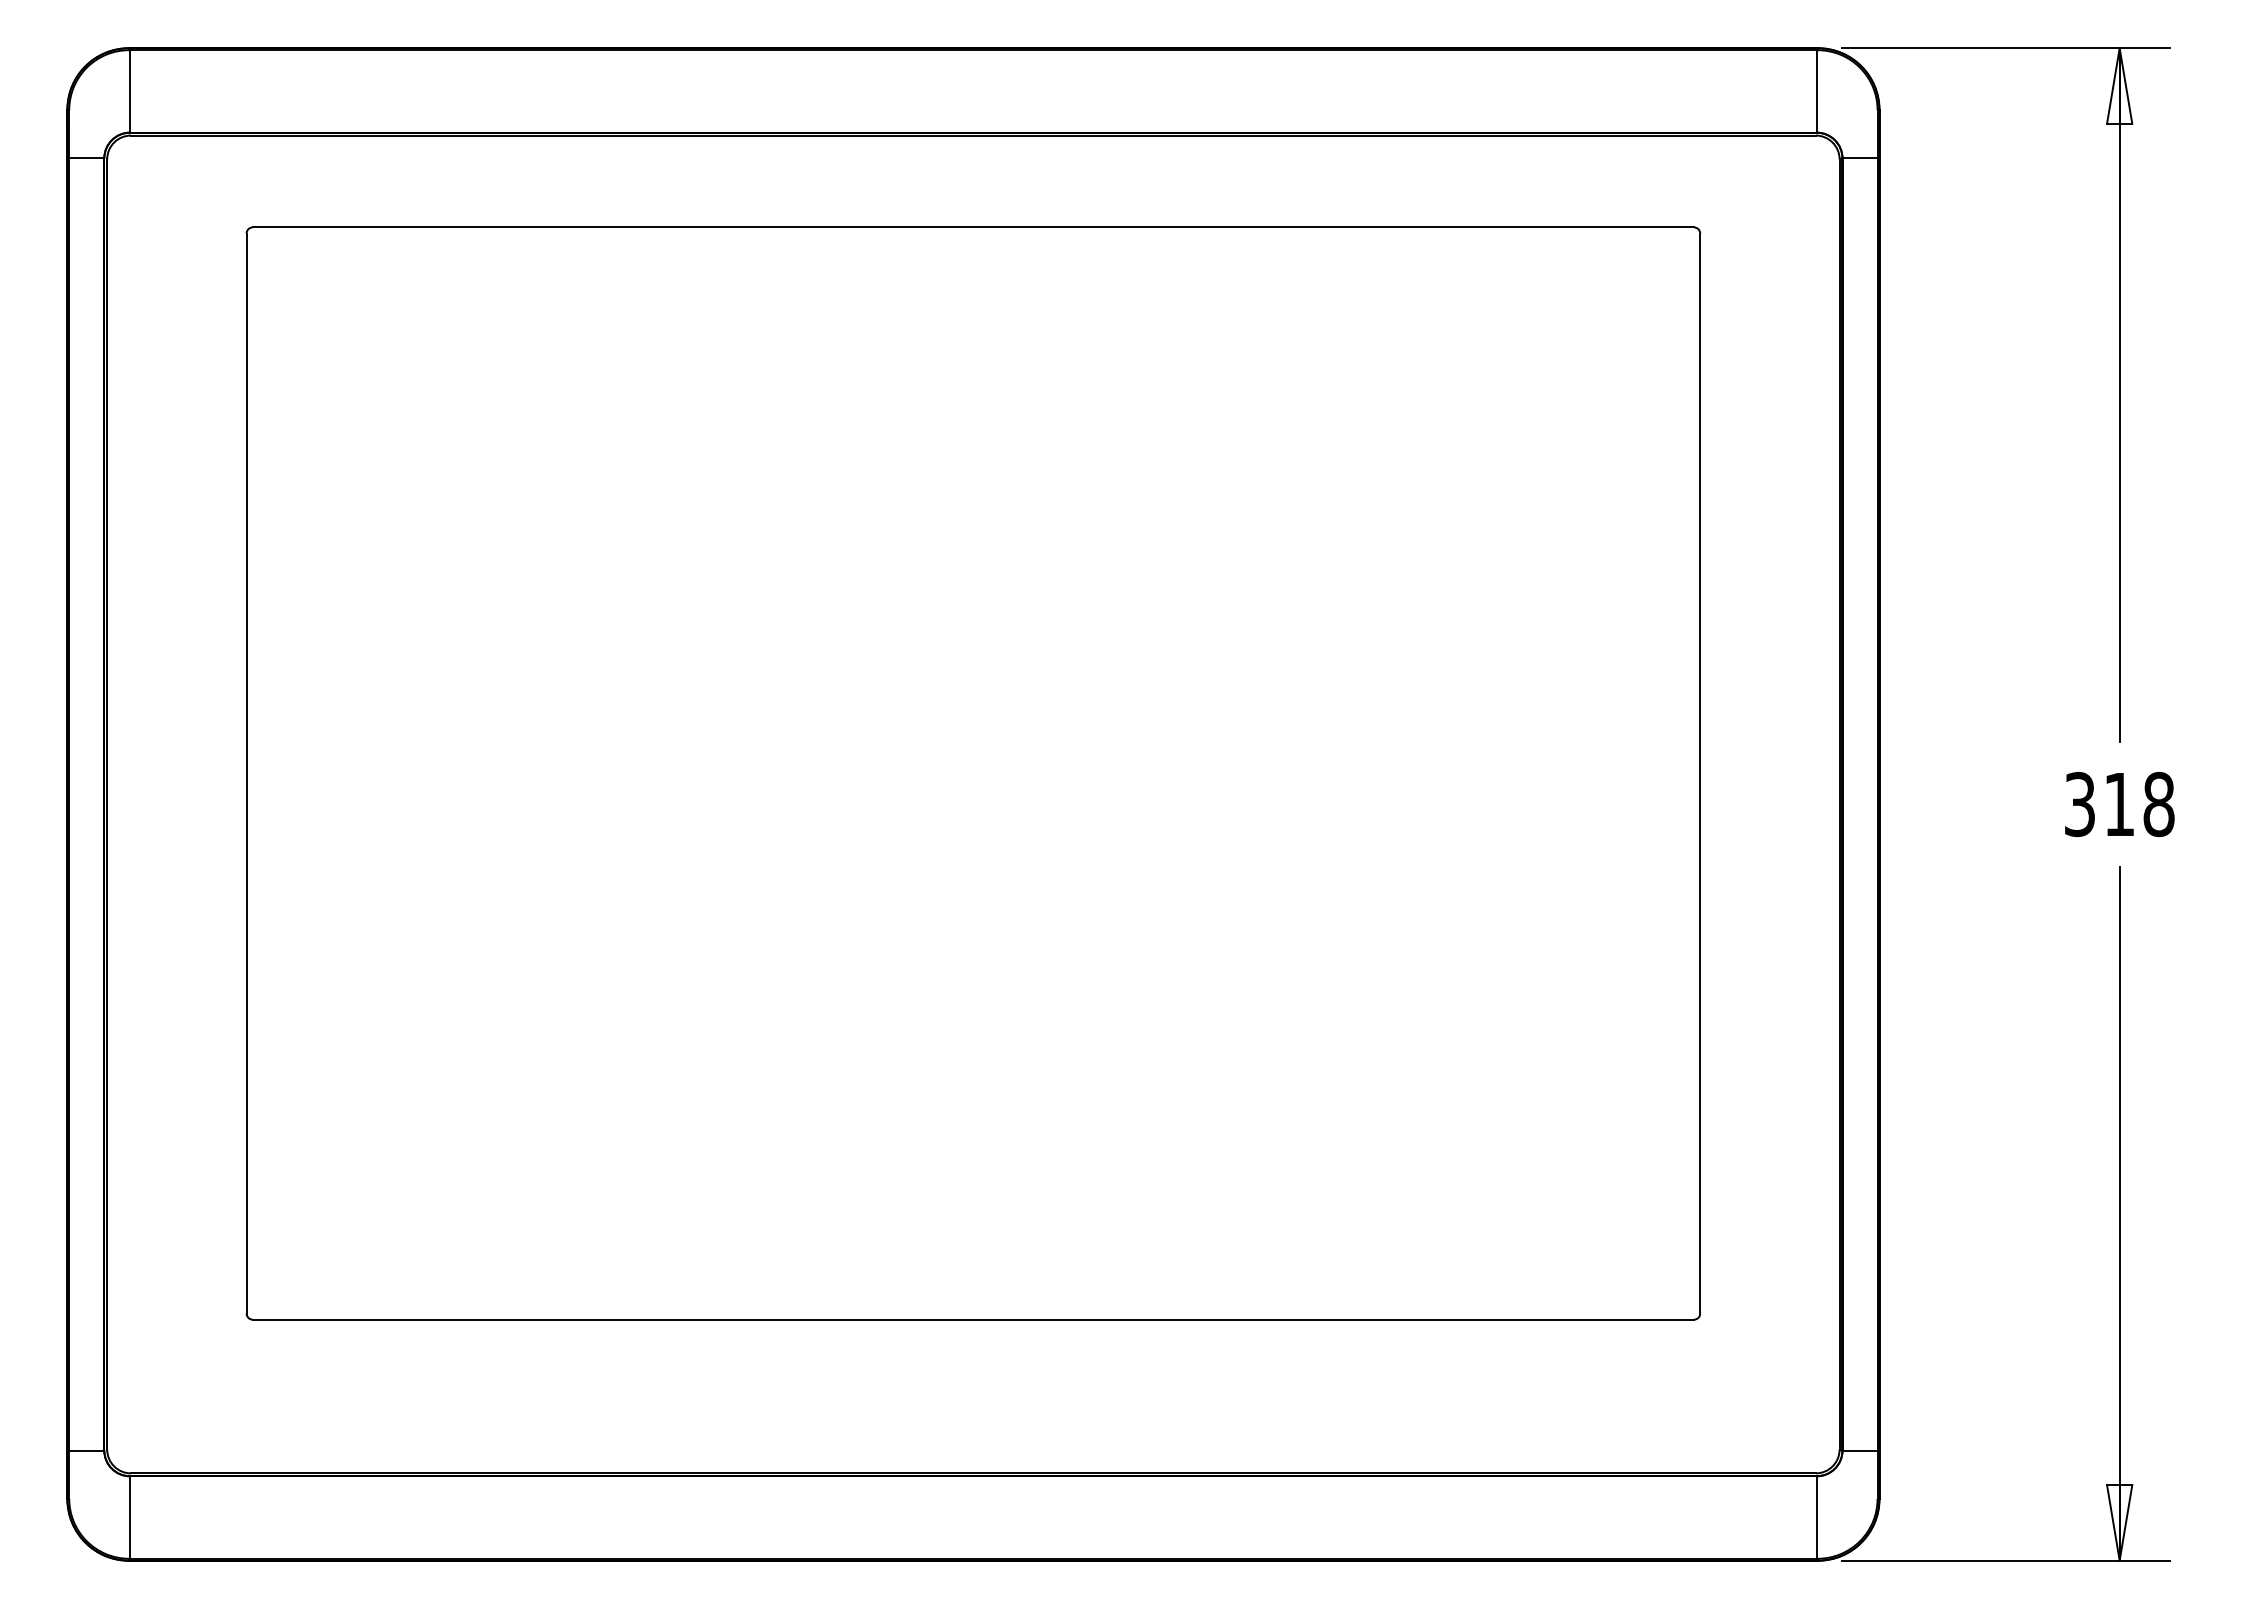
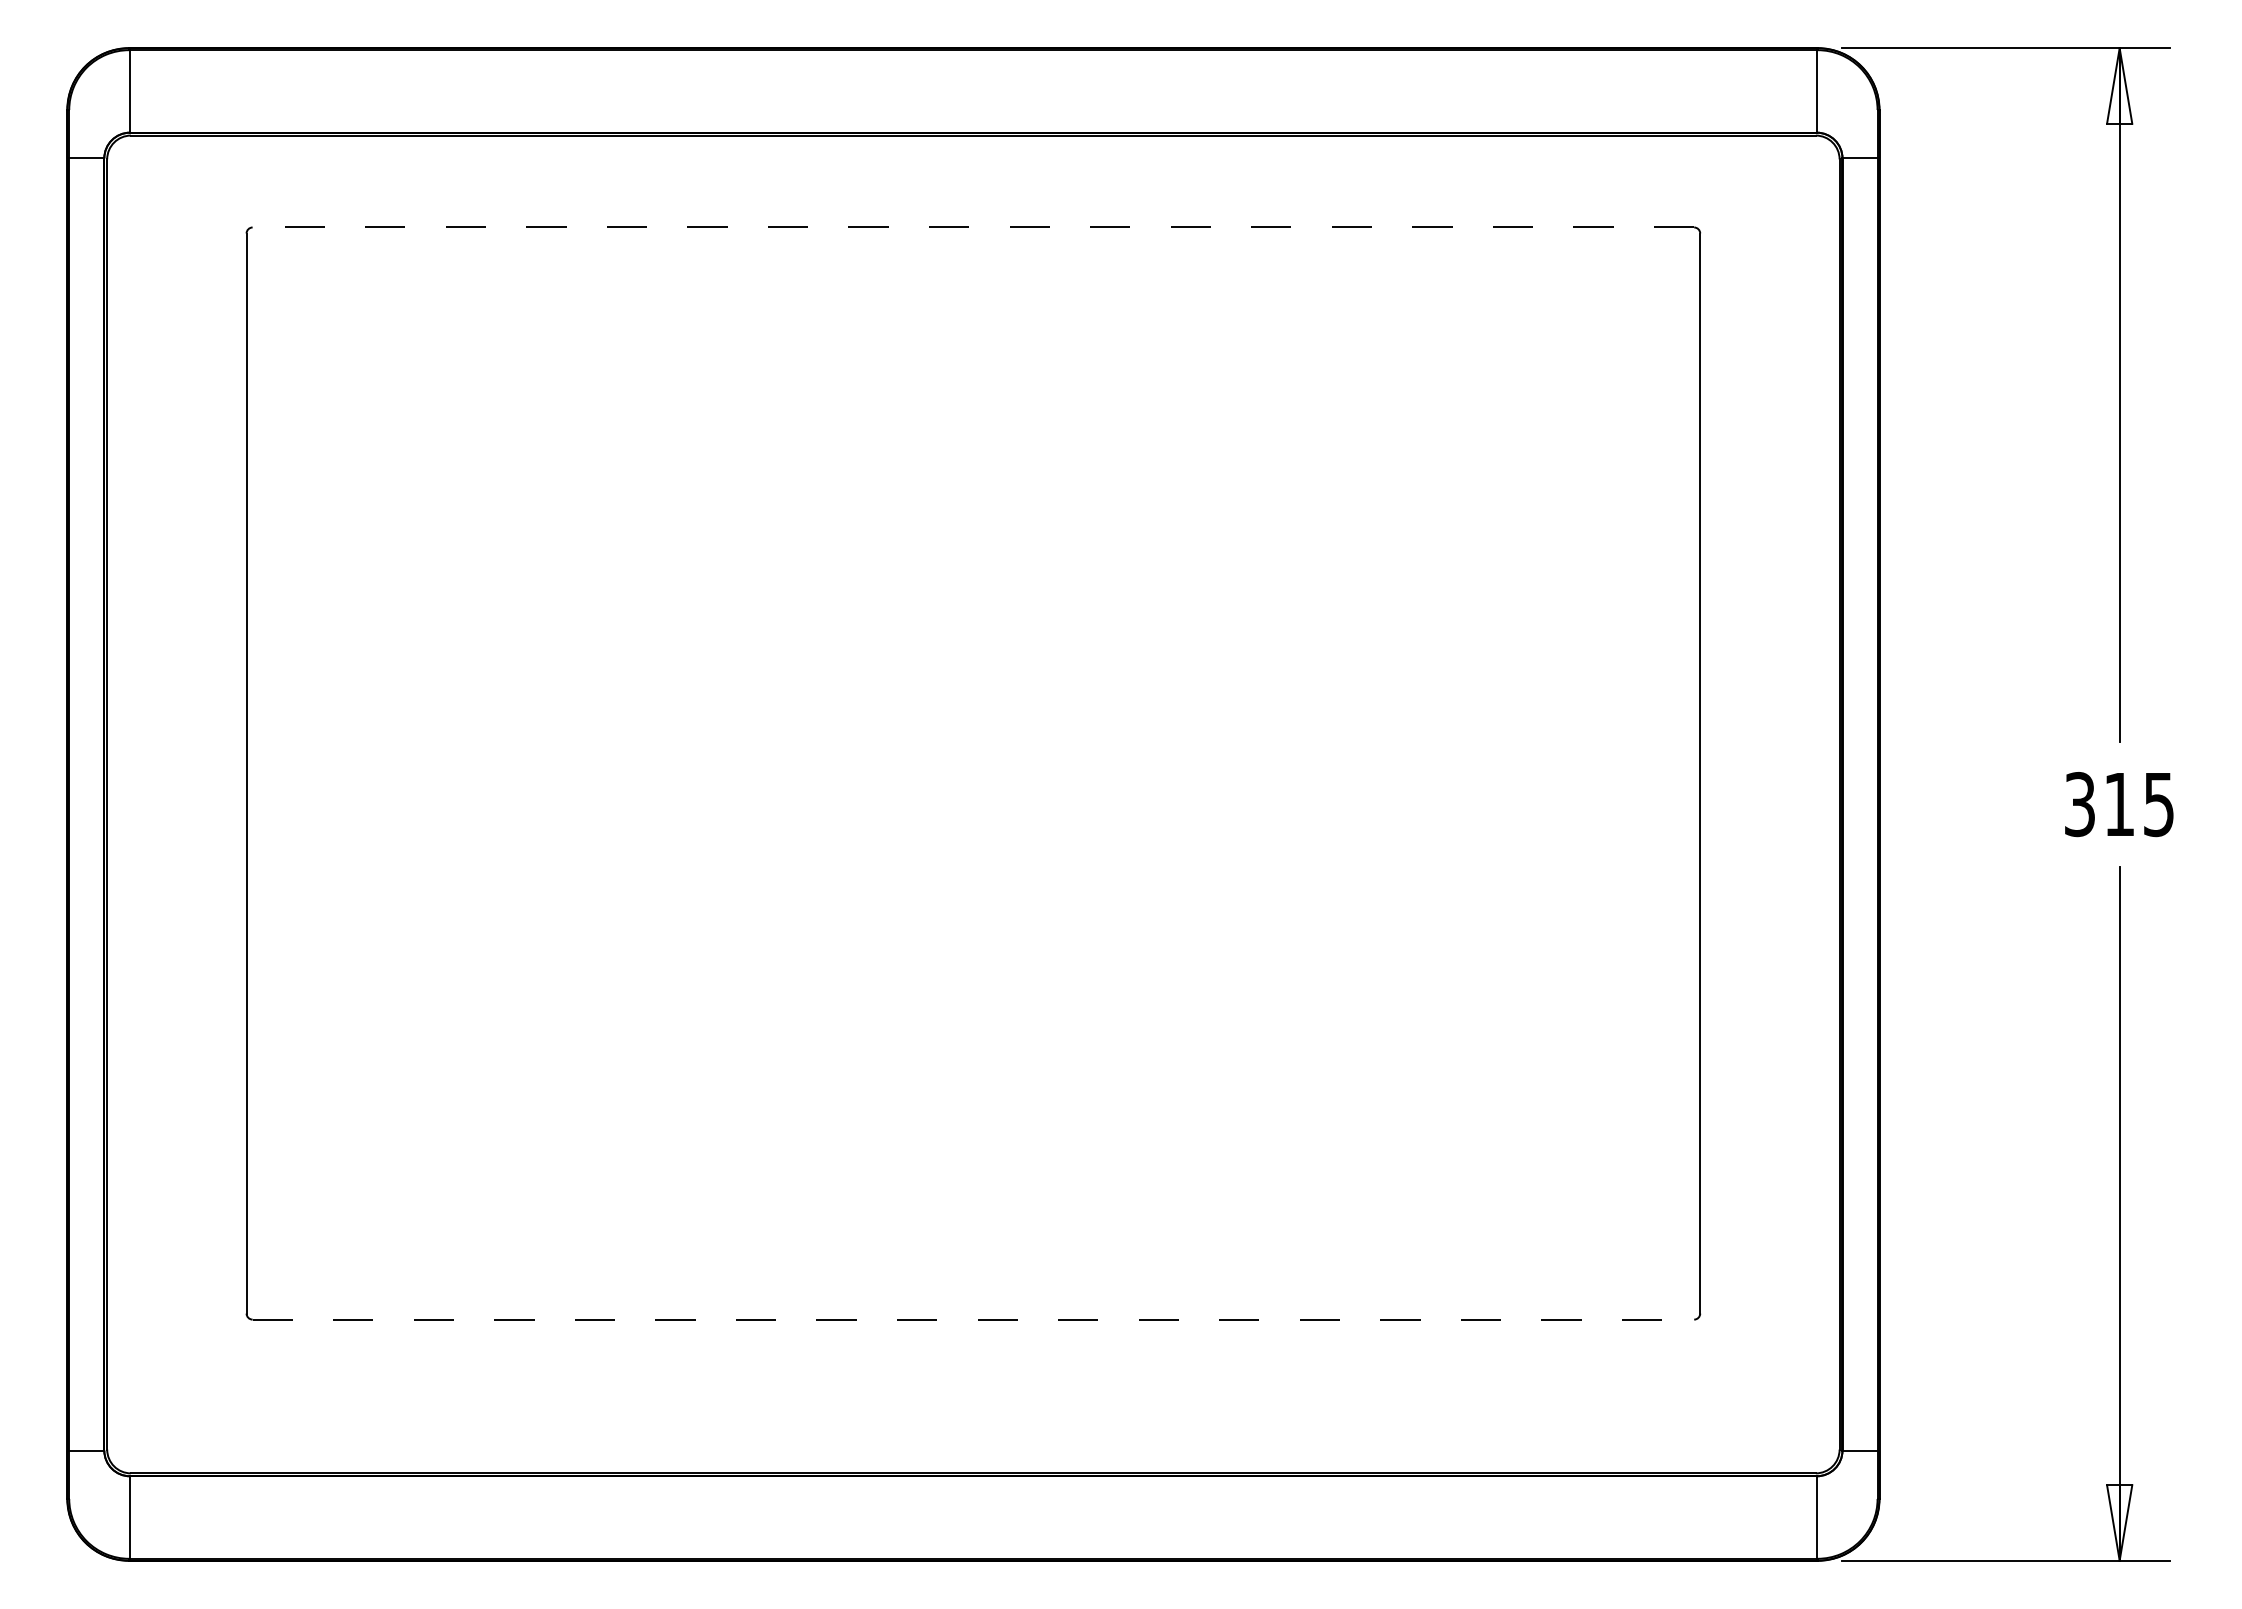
line at (973, 227): solid -> dashed
text at (2158, 804): 318 -> 315
line at (973, 1319): solid -> dashed
